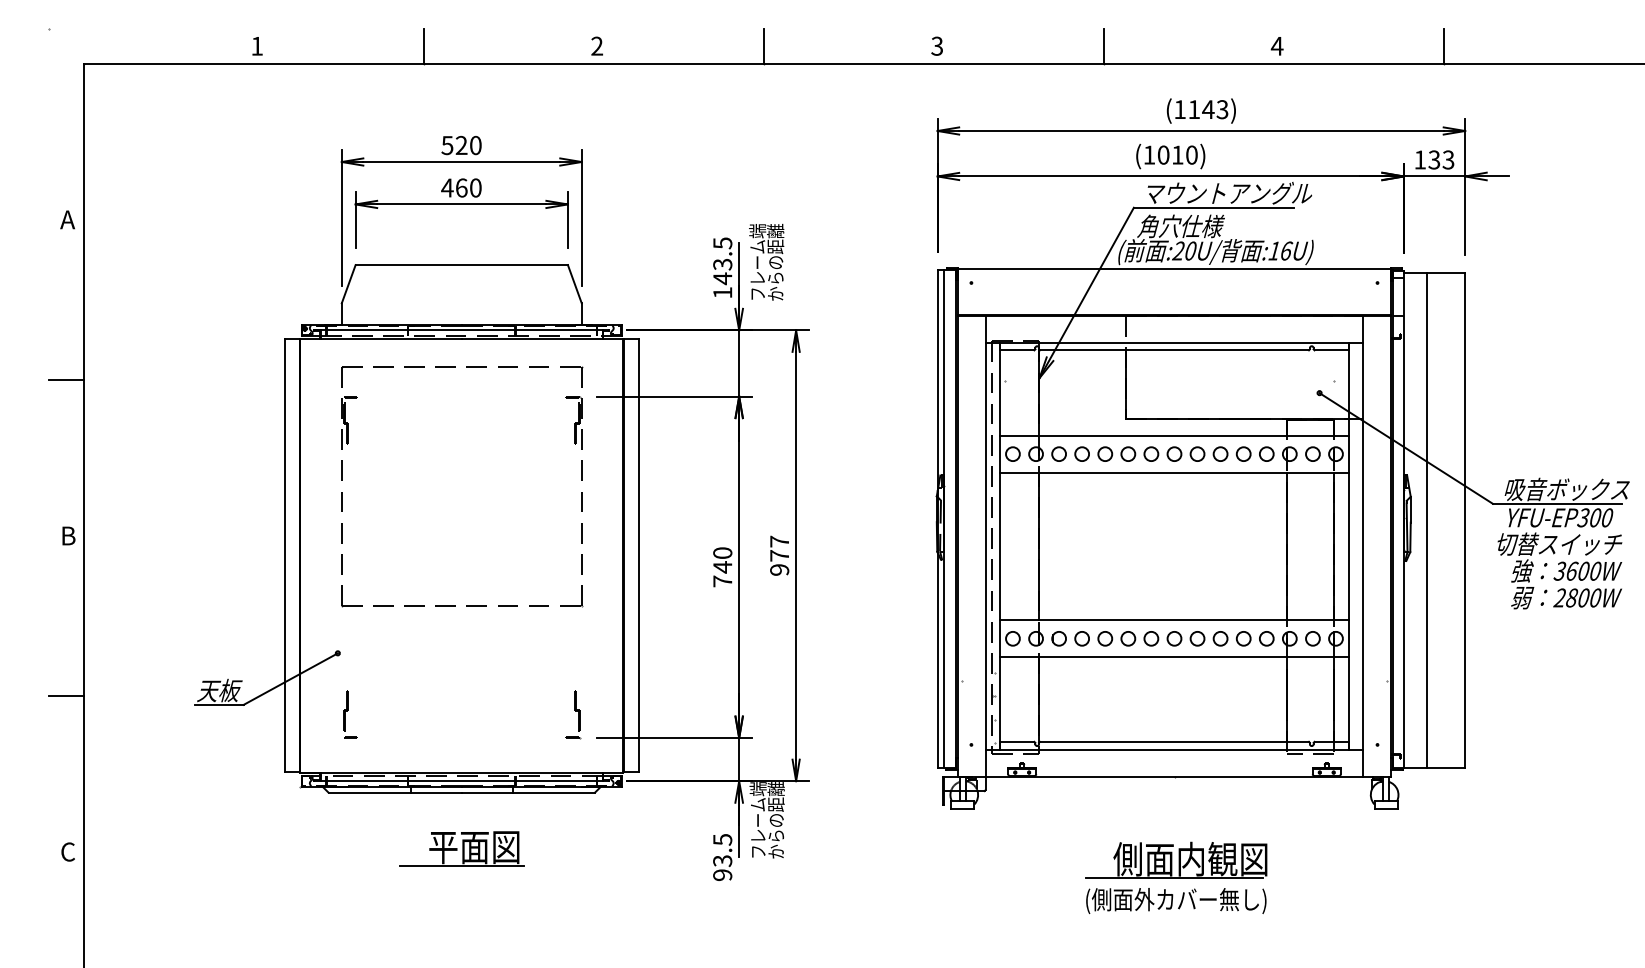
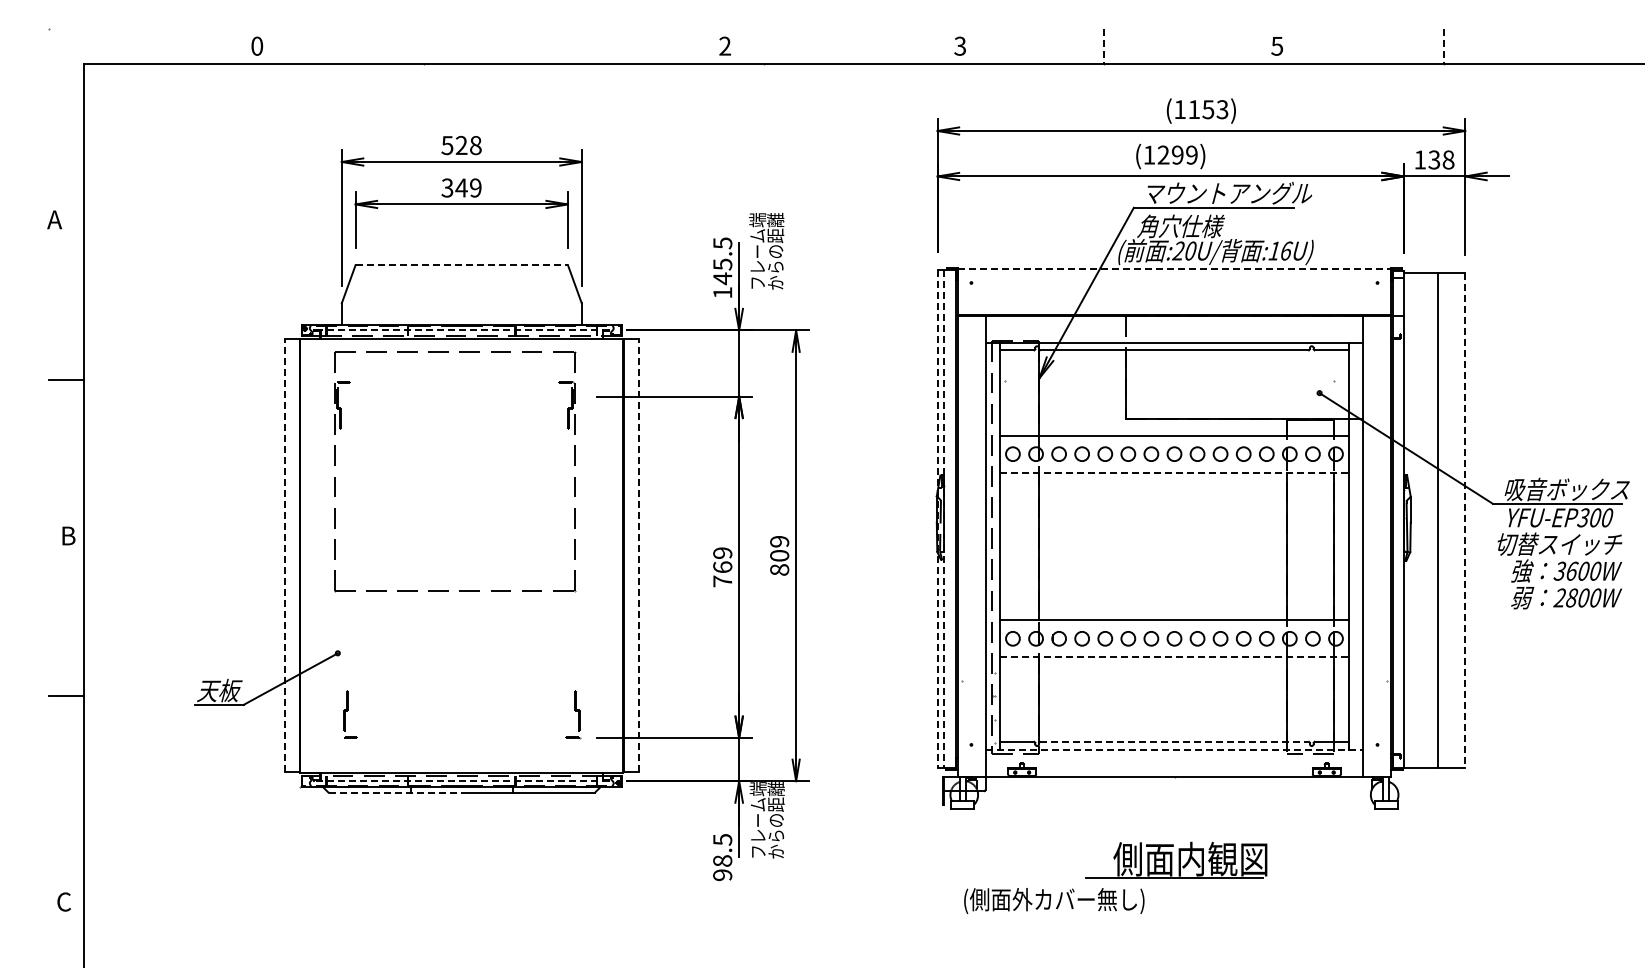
text at (257, 45): 1 -> 0
text at (596, 45) position: (596, 45) -> (724, 45)
text at (936, 45) position: (936, 45) -> (959, 45)
line at (423, 46): present -> none
line at (764, 46): present -> none
line at (1104, 46): solid -> dashed
text at (1276, 46): 4 -> 5
line at (1444, 46): solid -> dashed
text at (1208, 109): (1143) -> (1153)
text at (475, 145): 520 -> 528
text at (1177, 154): (1010) -> (1299)
text at (1448, 159): 133 -> 138
text at (461, 187): 460 -> 349
text at (67, 219) position: (67, 219) -> (54, 219)
text at (766, 262) position: (766, 262) -> (766, 251)
text at (722, 263): 143.5 -> 145.5
line at (462, 265): solid -> dashed
line at (1174, 269): solid -> dashed
line at (461, 330): solid -> dashed
part at (466, 367) position: (466, 367) -> (459, 352)
line at (1174, 472): solid -> dashed
line at (937, 519): solid -> dashed
line at (943, 519): solid -> dashed
line at (1426, 520) position: (1426, 520) -> (1437, 520)
line at (1465, 520): solid -> dashed
line at (285, 555): solid -> dashed
line at (638, 555): solid -> dashed
text at (779, 555): 977 -> 809
text at (722, 560): 740 -> 769
line at (1174, 657): solid -> dashed
line at (1174, 741): solid -> dashed
line at (1174, 749): solid -> dashed
line at (461, 781): solid -> dashed
line at (395, 792): solid -> dashed
part at (461, 848): present -> none
text at (67, 851) position: (67, 851) -> (63, 901)
text at (722, 861): 93.5 -> 98.5
text at (1176, 900) position: (1176, 900) -> (1054, 900)
